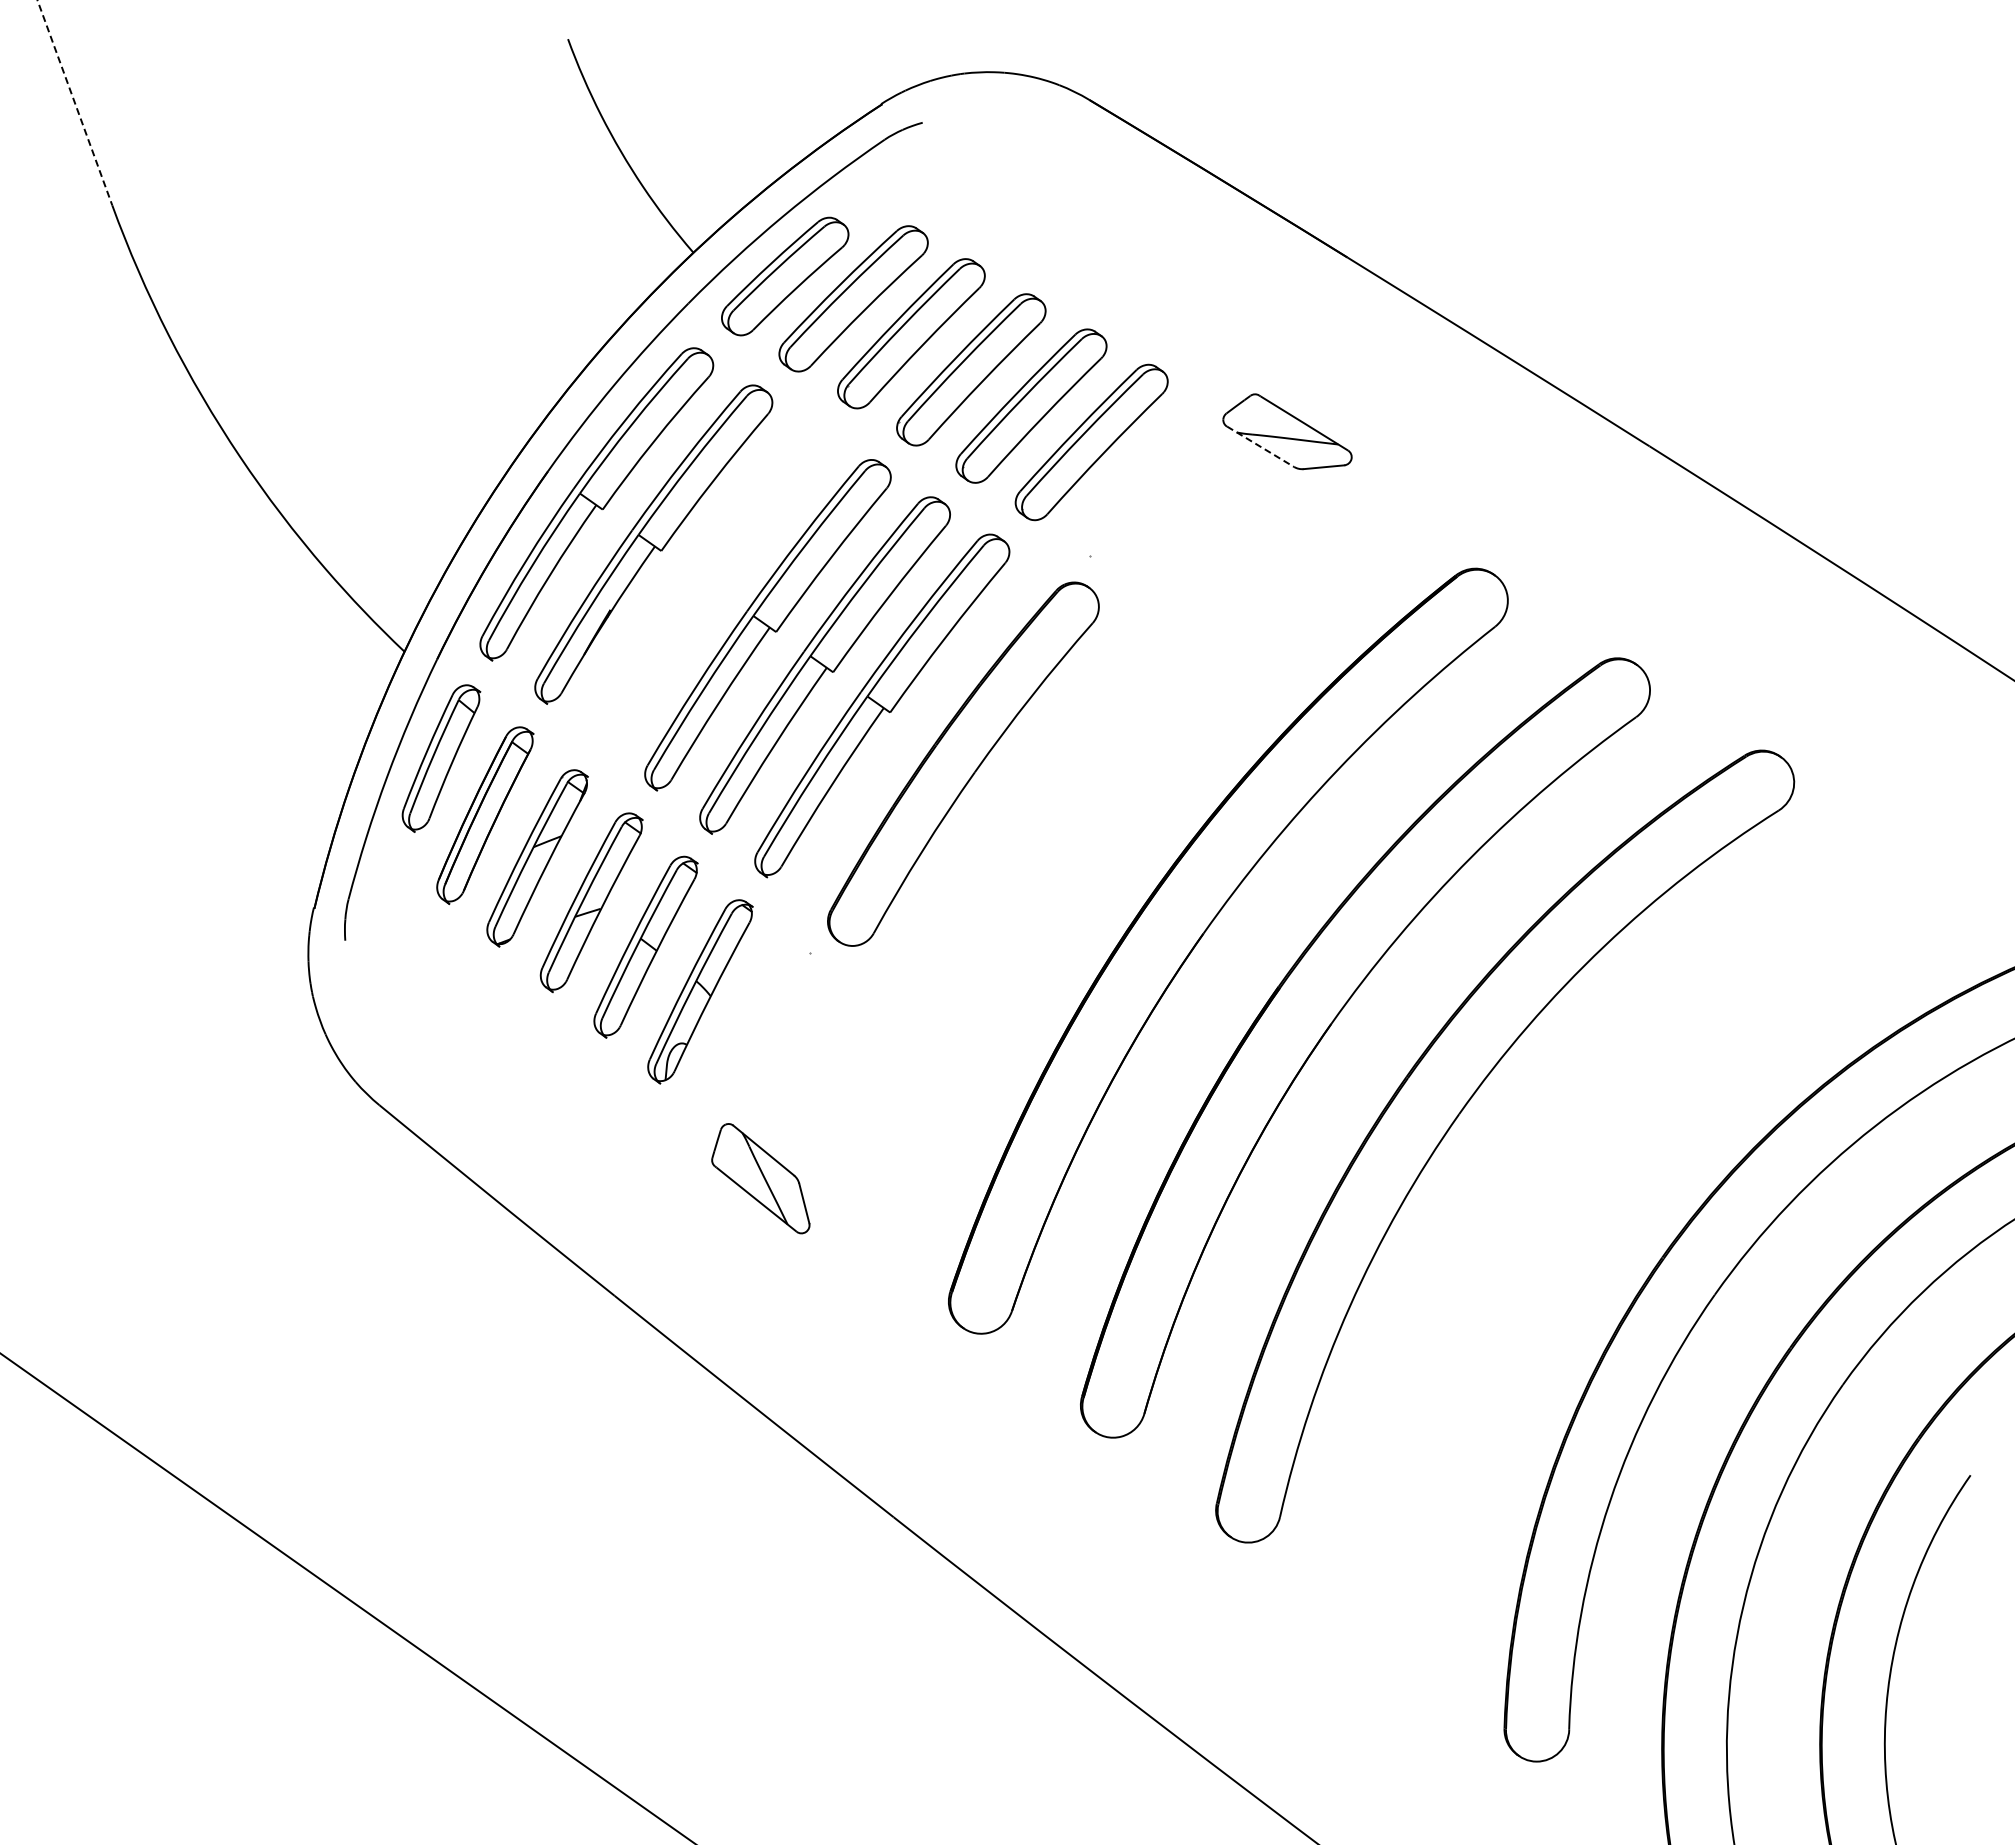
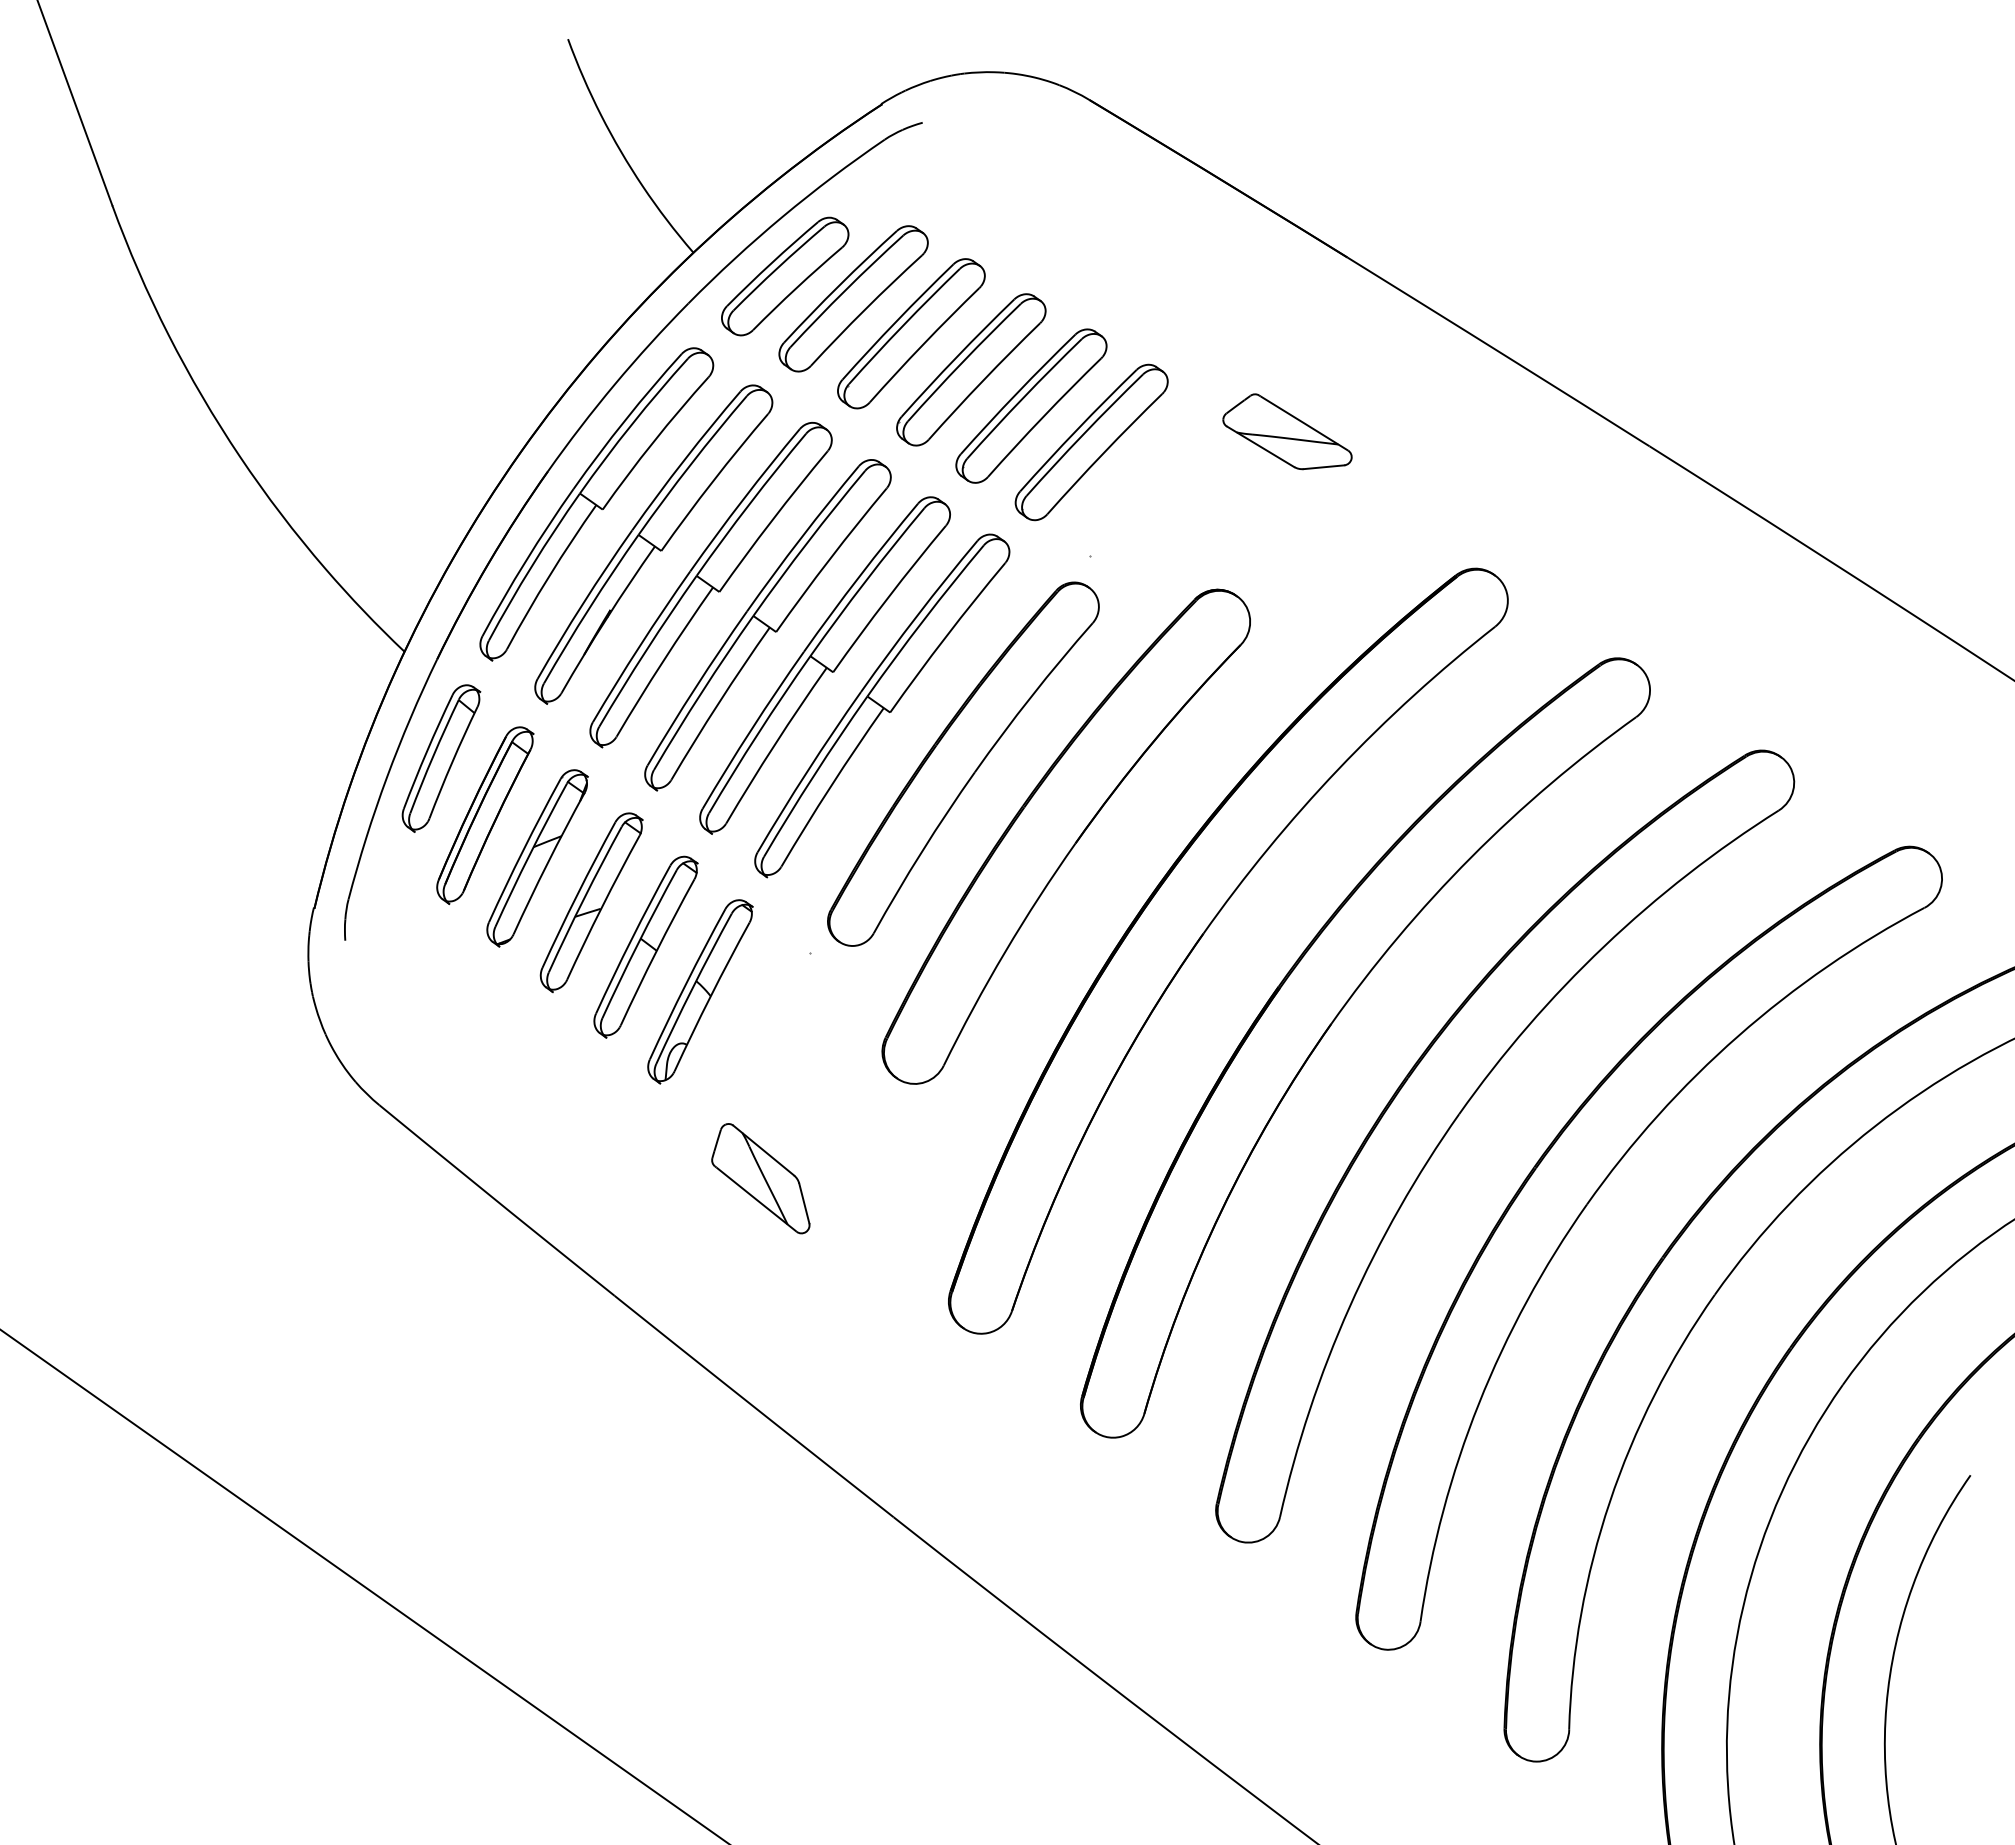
line at (74, 103): dashed -> solid
line at (1261, 447): dashed -> solid
part at (710, 585): none -> present
part at (1065, 836): none -> present
part at (1586, 1207): none -> present
line at (346, 1597) position: (346, 1597) -> (363, 1586)
